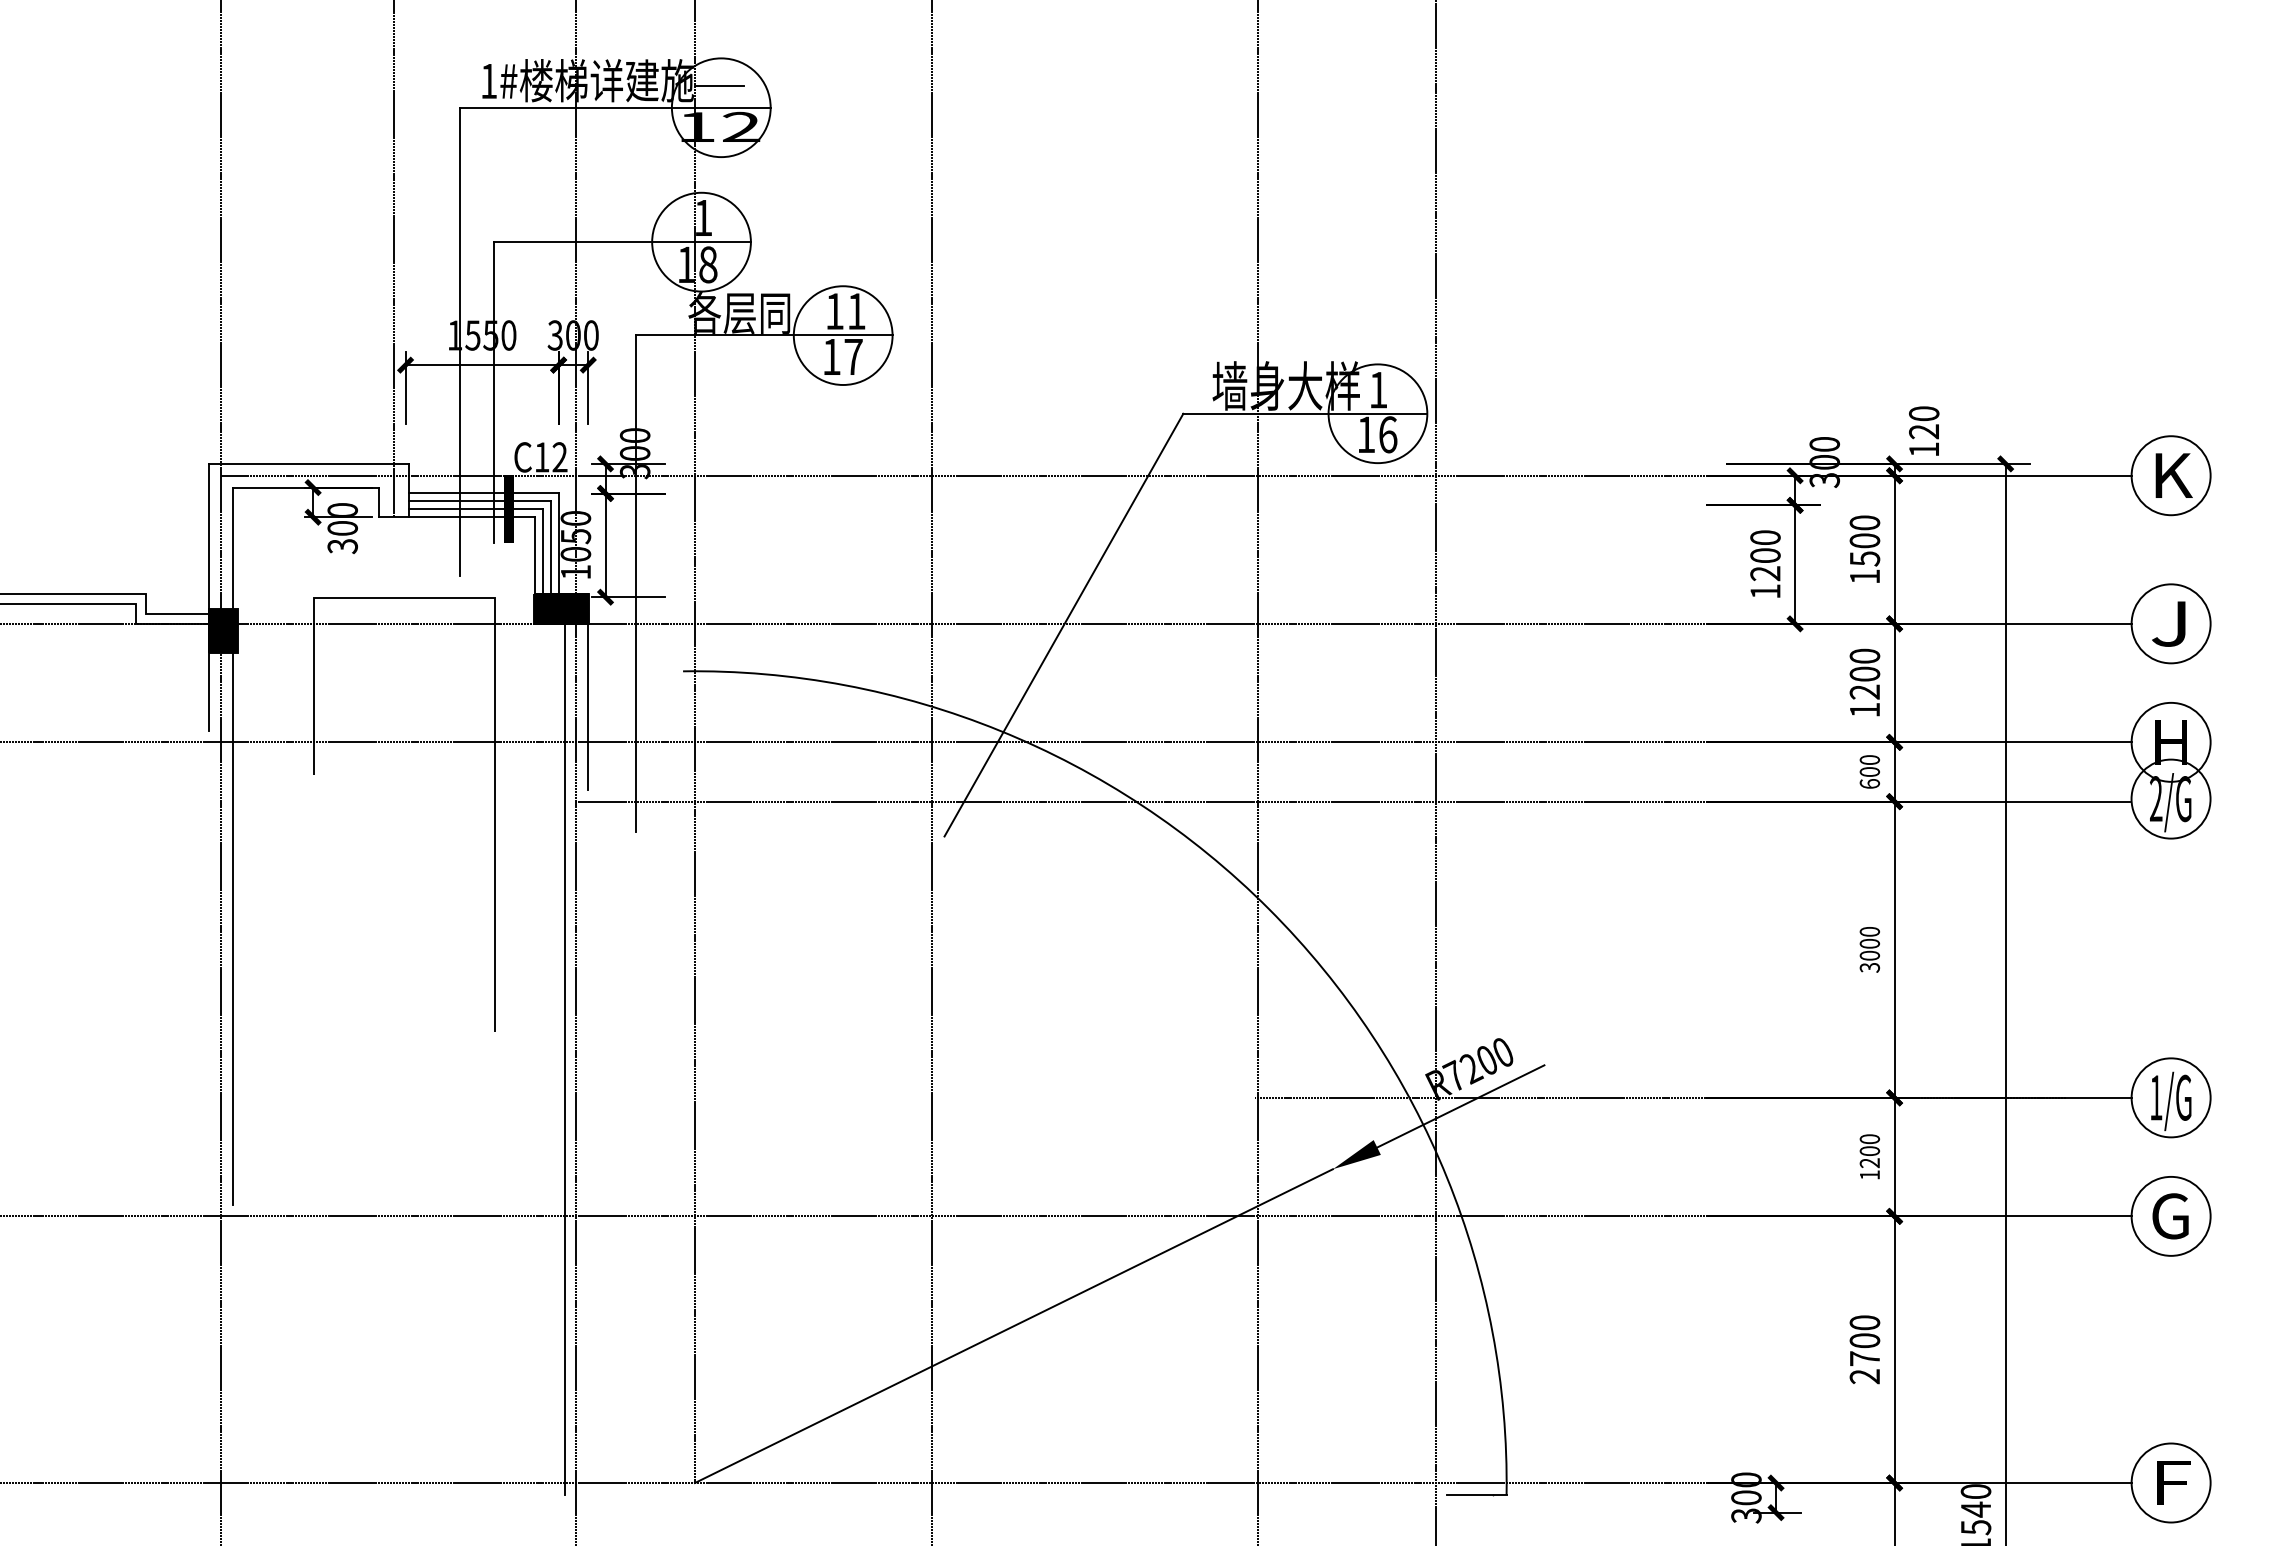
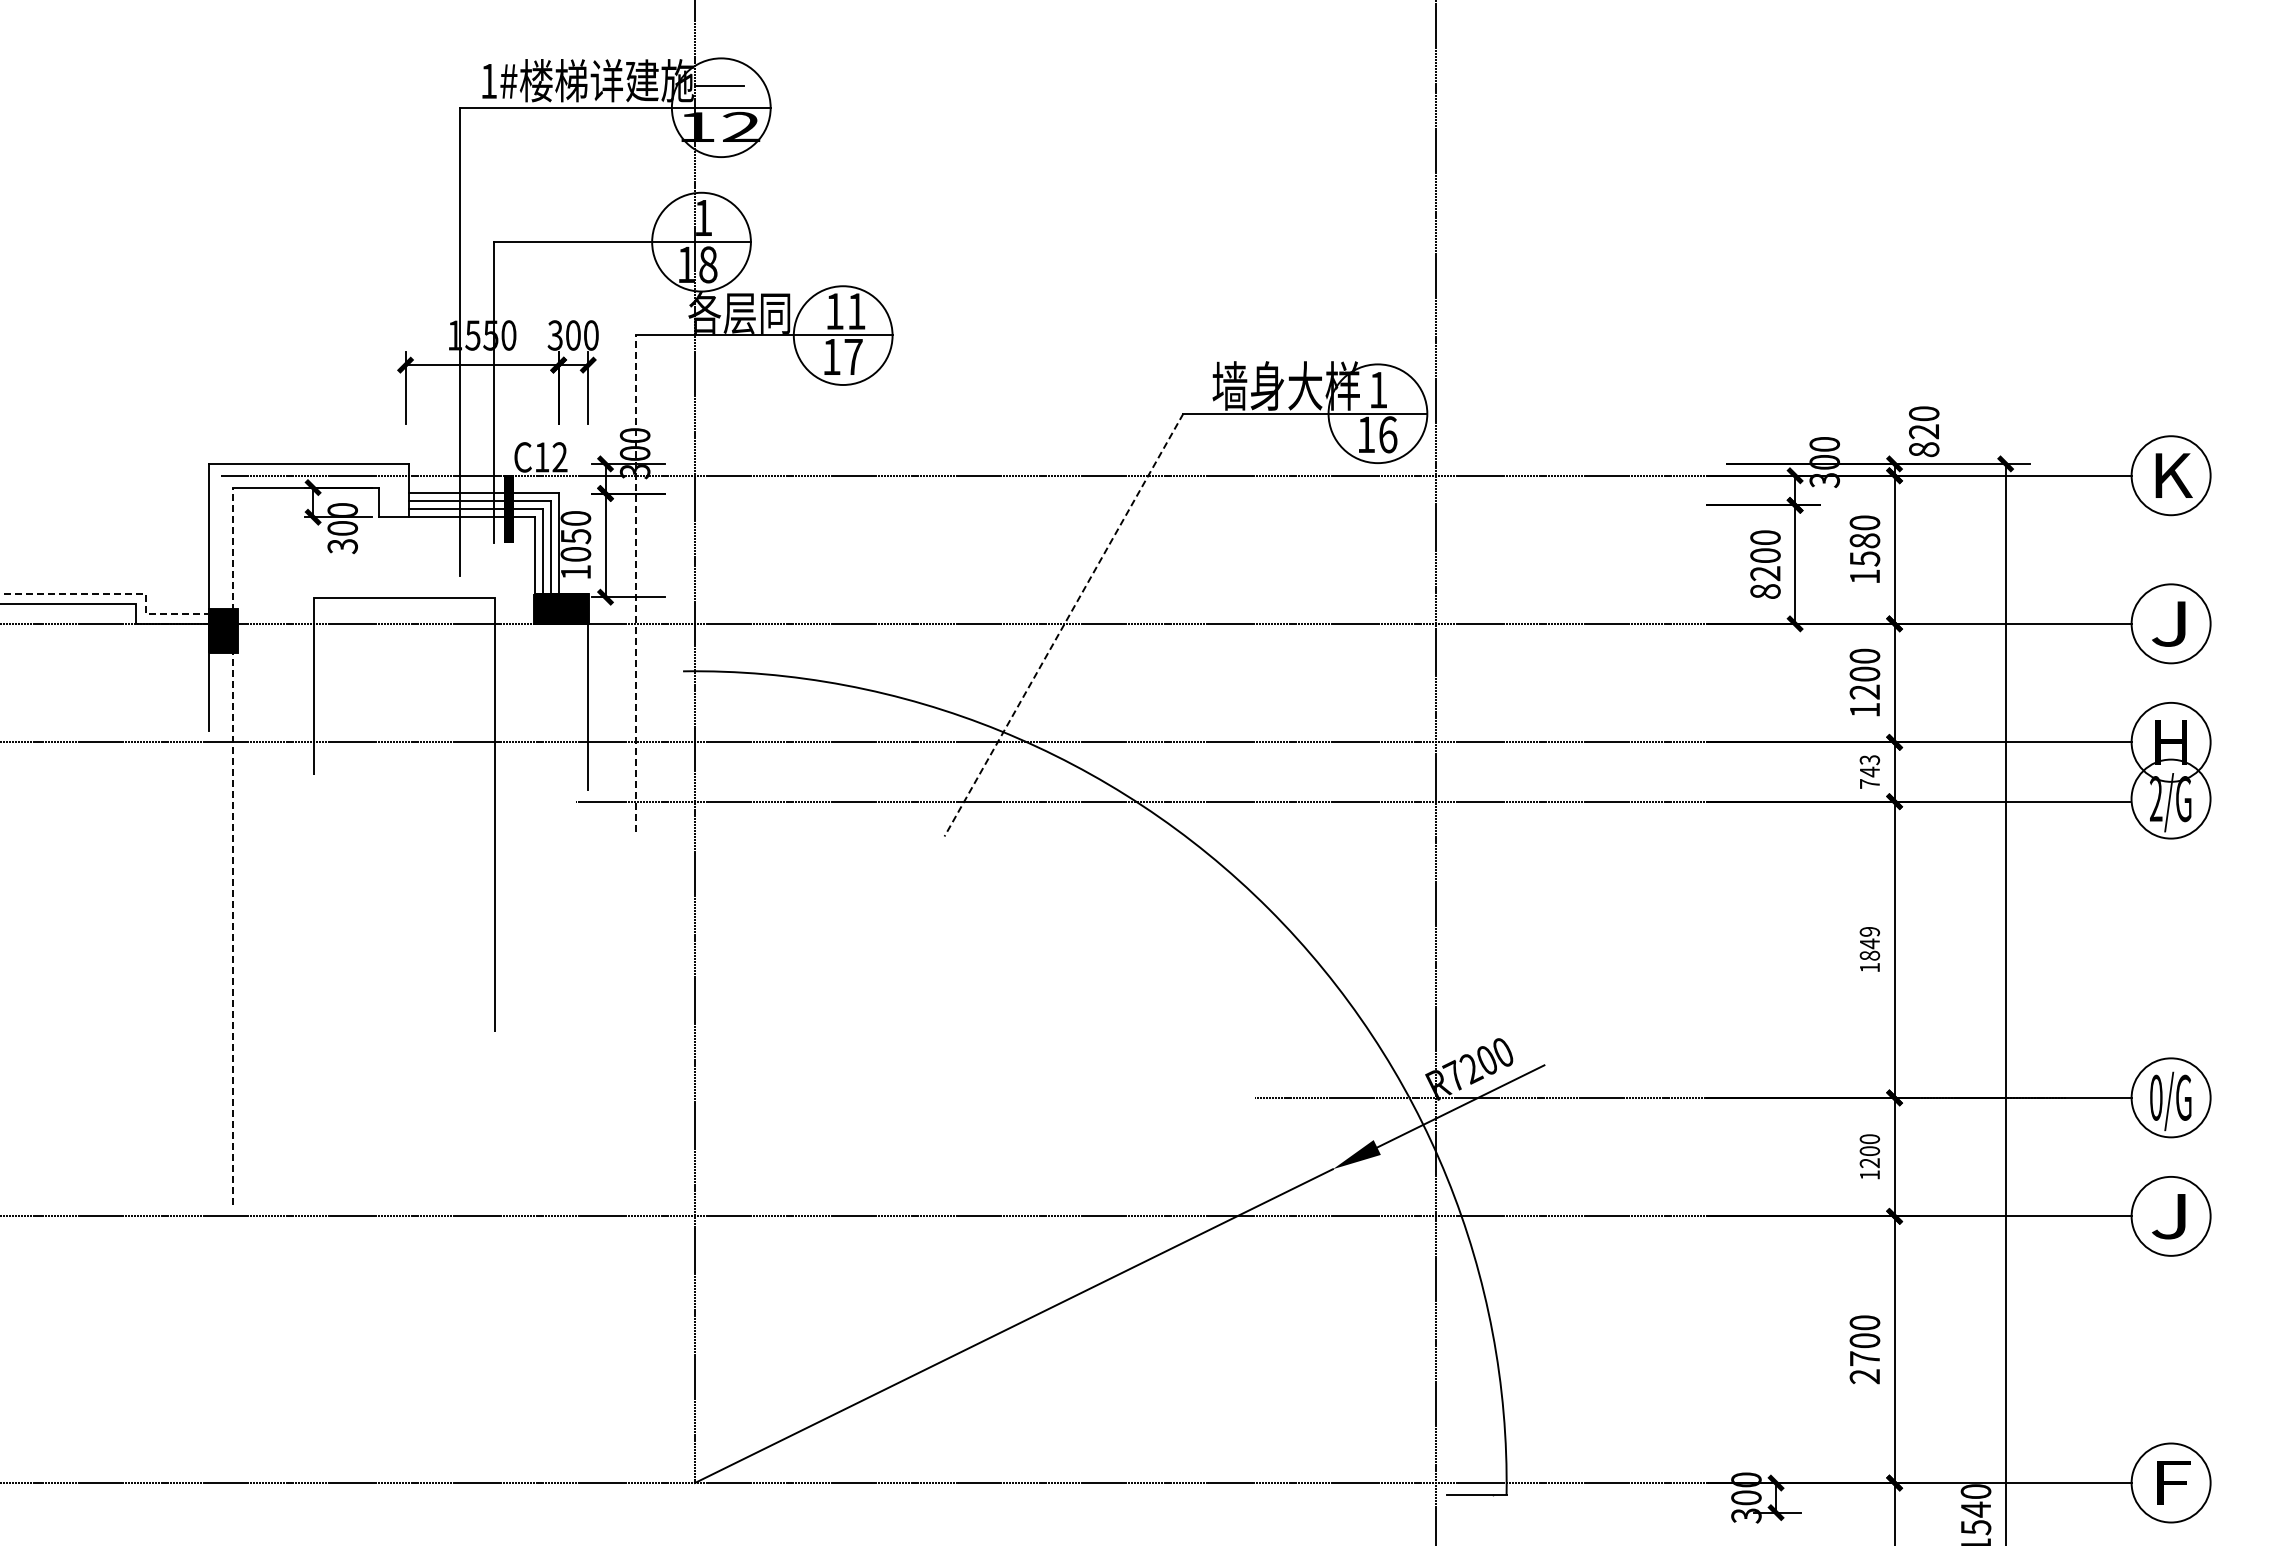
line at (393, 259): present -> none
text at (1924, 449): 120 -> 820
text at (1865, 540): 1500 -> 1580
line at (635, 583): solid -> dashed
text at (1765, 591): 1200 -> 8200
line at (115, 594): solid -> dashed
line at (1063, 625): solid -> dashed
text at (1869, 771): 600 -> 743
line at (220, 772): present -> none
line at (576, 772): present -> none
line at (931, 772): present -> none
line at (1257, 772): present -> none
line at (232, 845): solid -> dashed
text at (1869, 949): 3000 -> 1849
line at (564, 1058): present -> none
text at (2156, 1097): 1/G -> 0/G
text at (2170, 1216): G -> J
